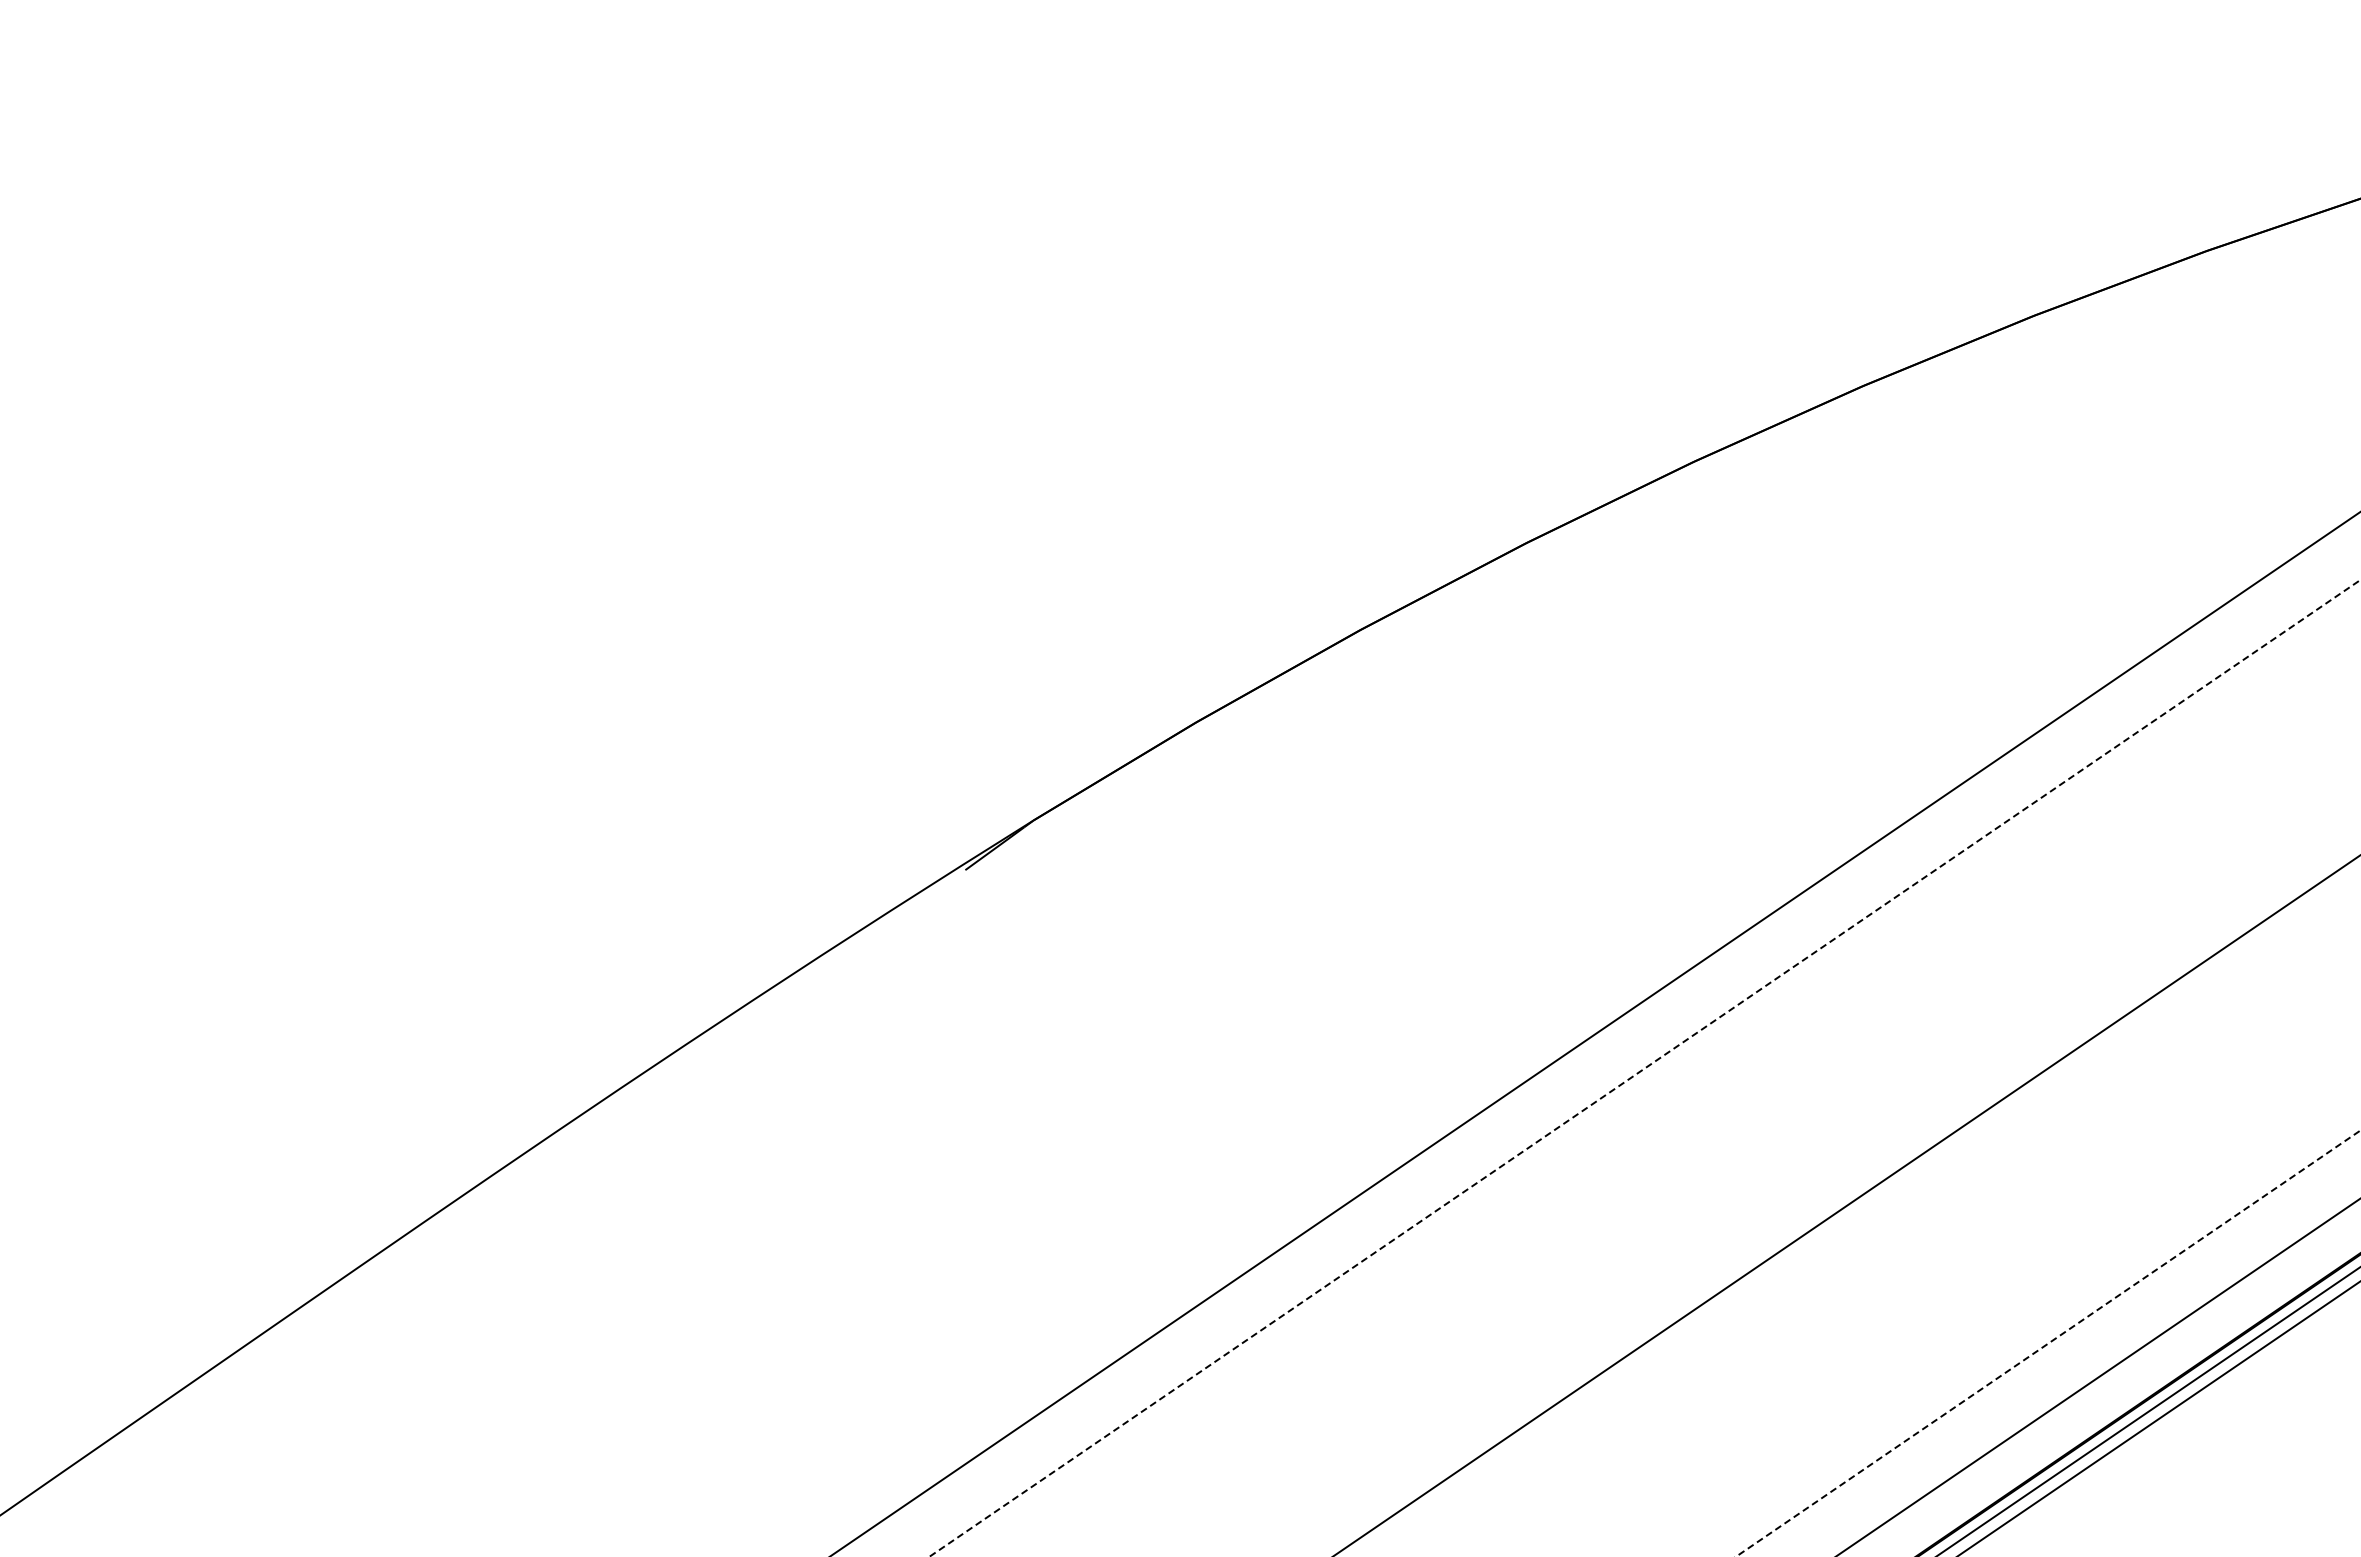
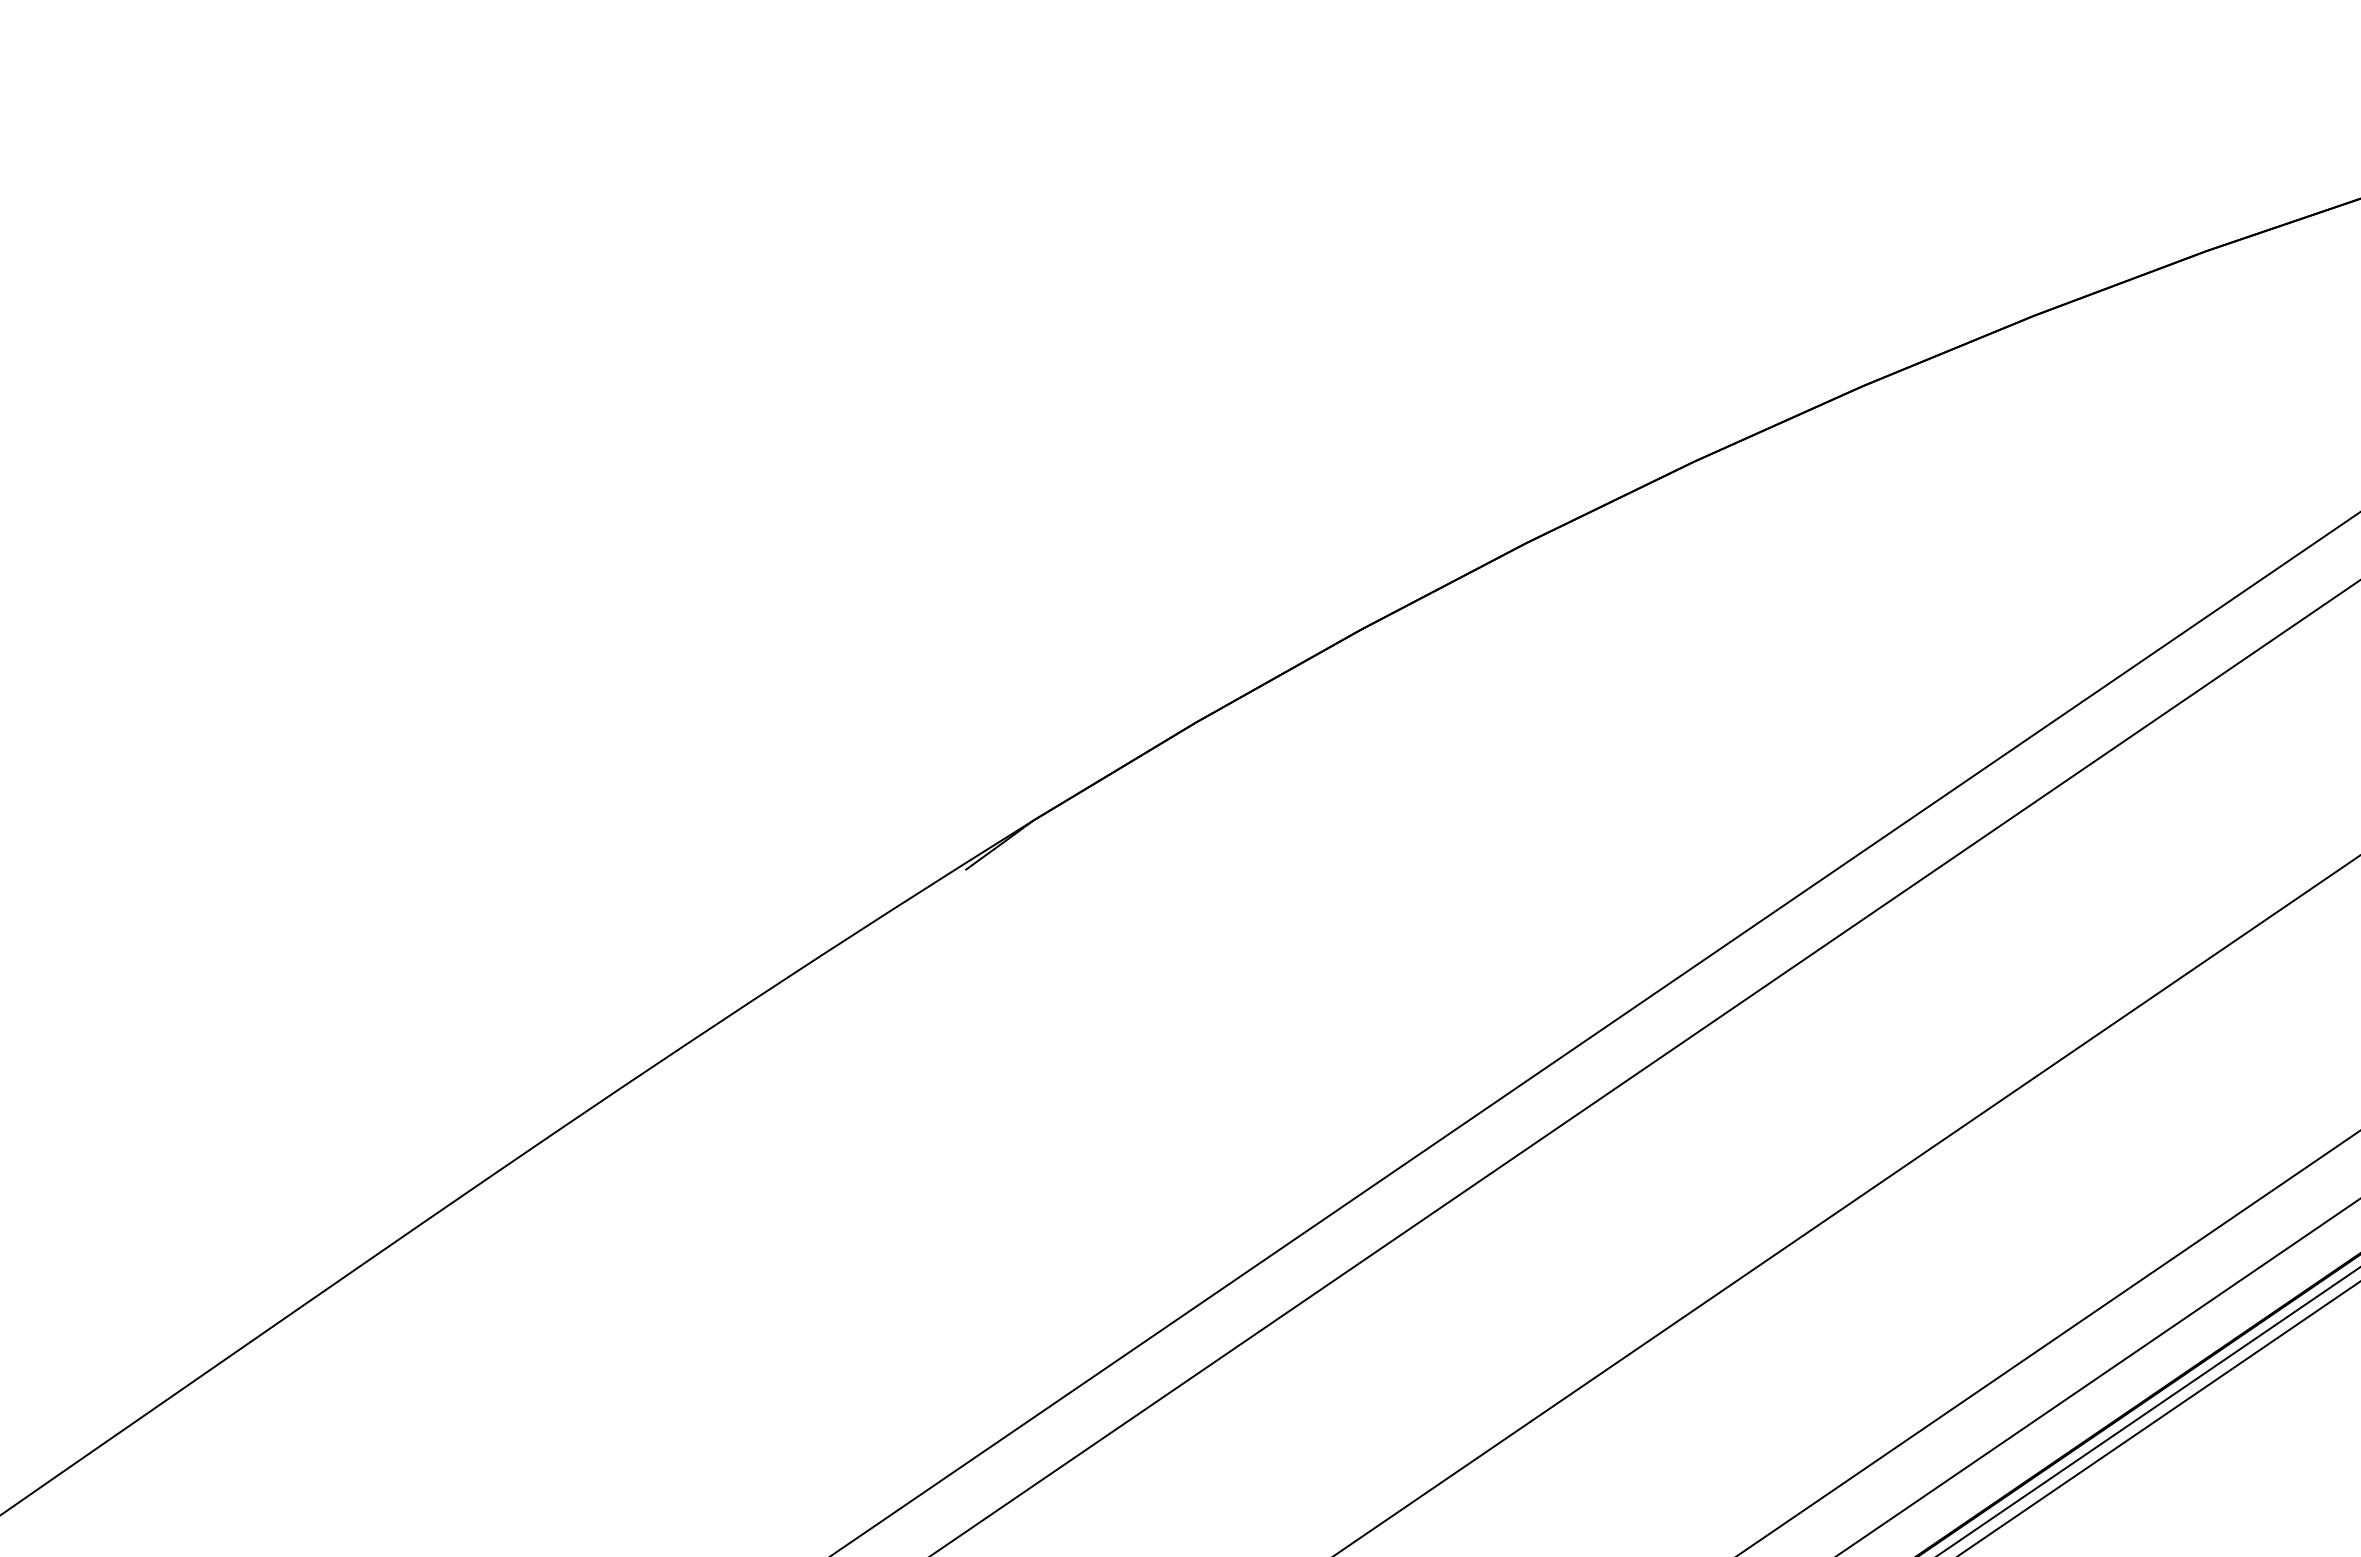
line at (1644, 1068): dashed -> solid
line at (2048, 1343): dashed -> solid
